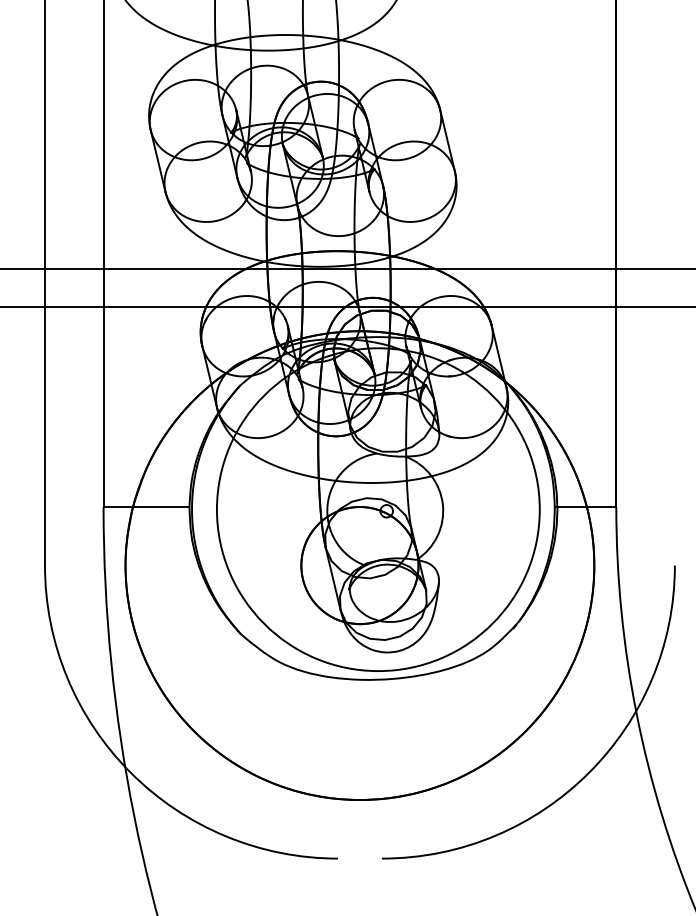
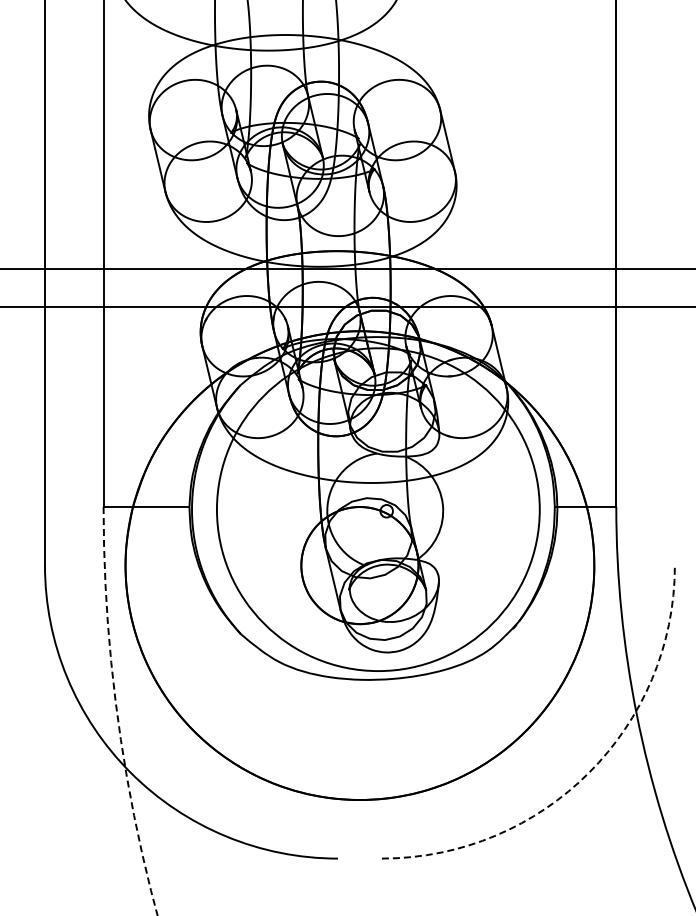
arc at (117, 713): solid -> dashed
arc at (589, 772): solid -> dashed
